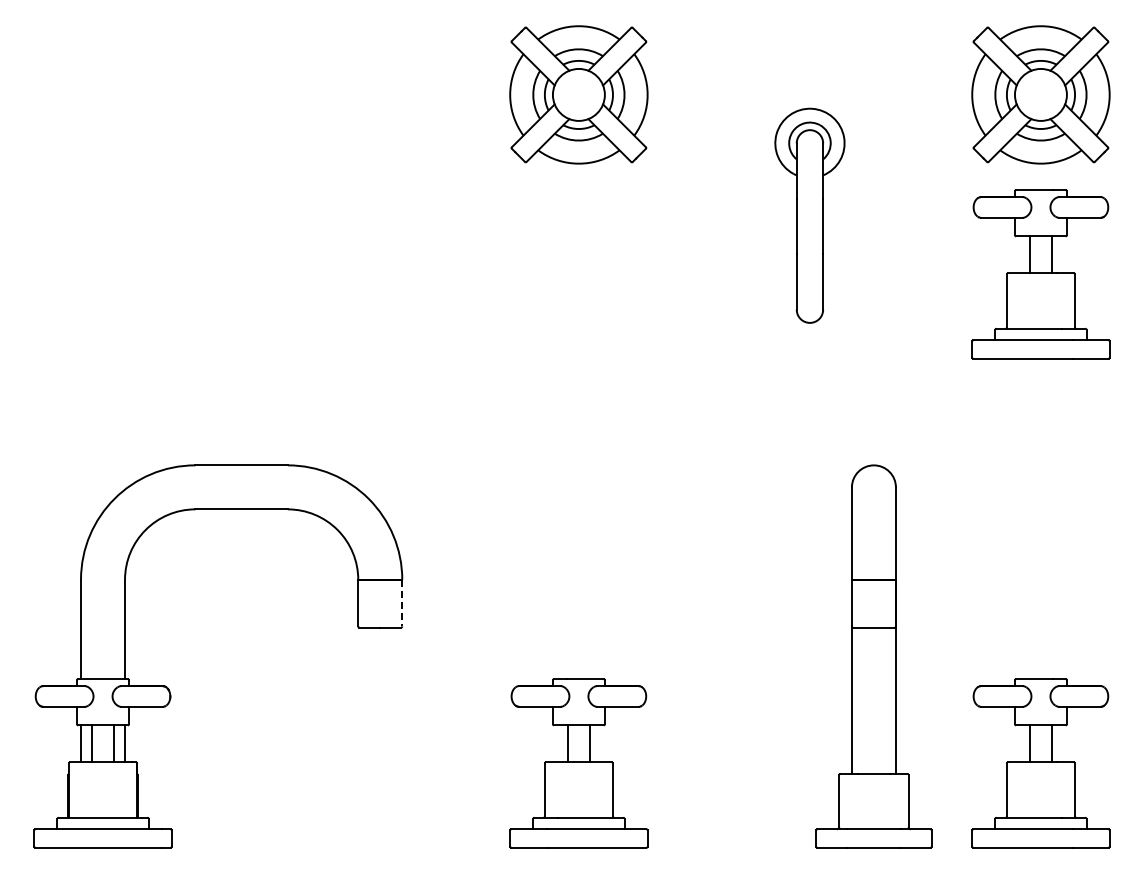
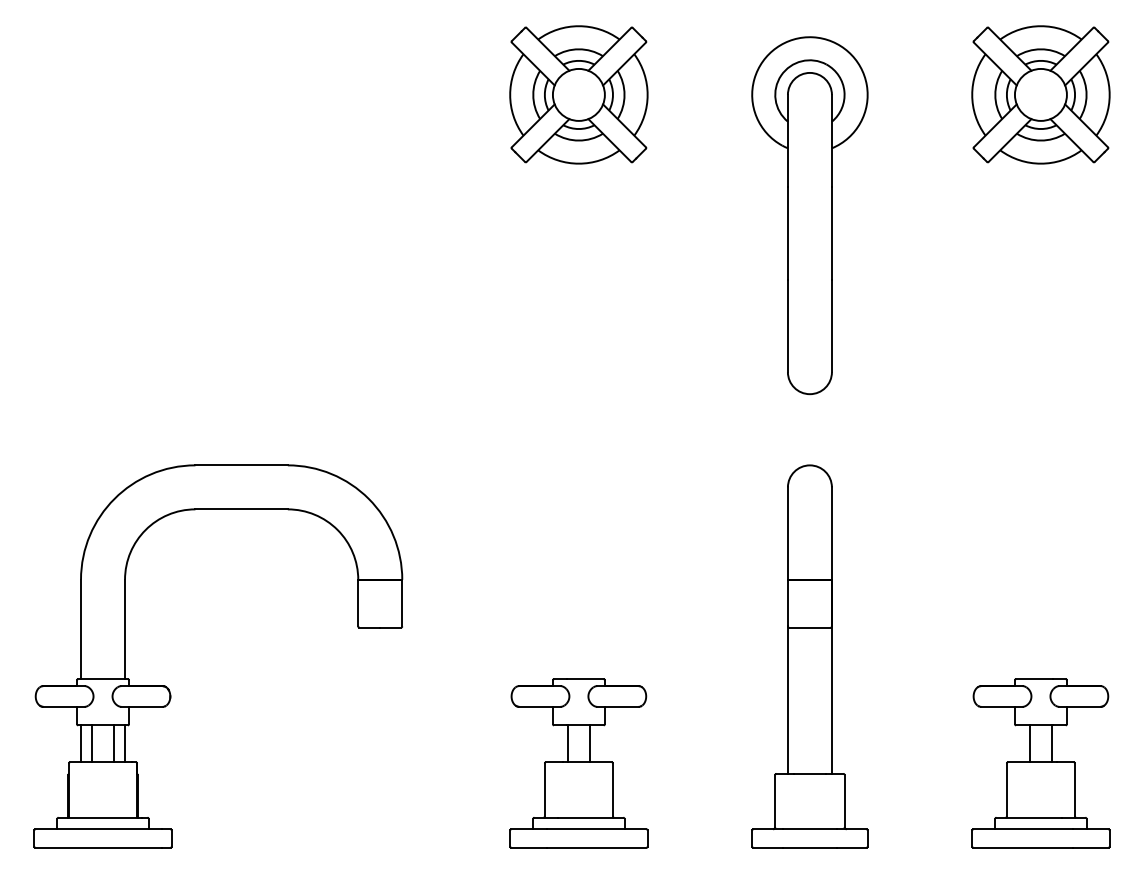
part at (809, 215) size: 72x217 px -> 118x360 px
part at (1040, 274): present -> none
line at (402, 603): dashed -> solid
part at (873, 656) position: (873, 656) -> (809, 656)
